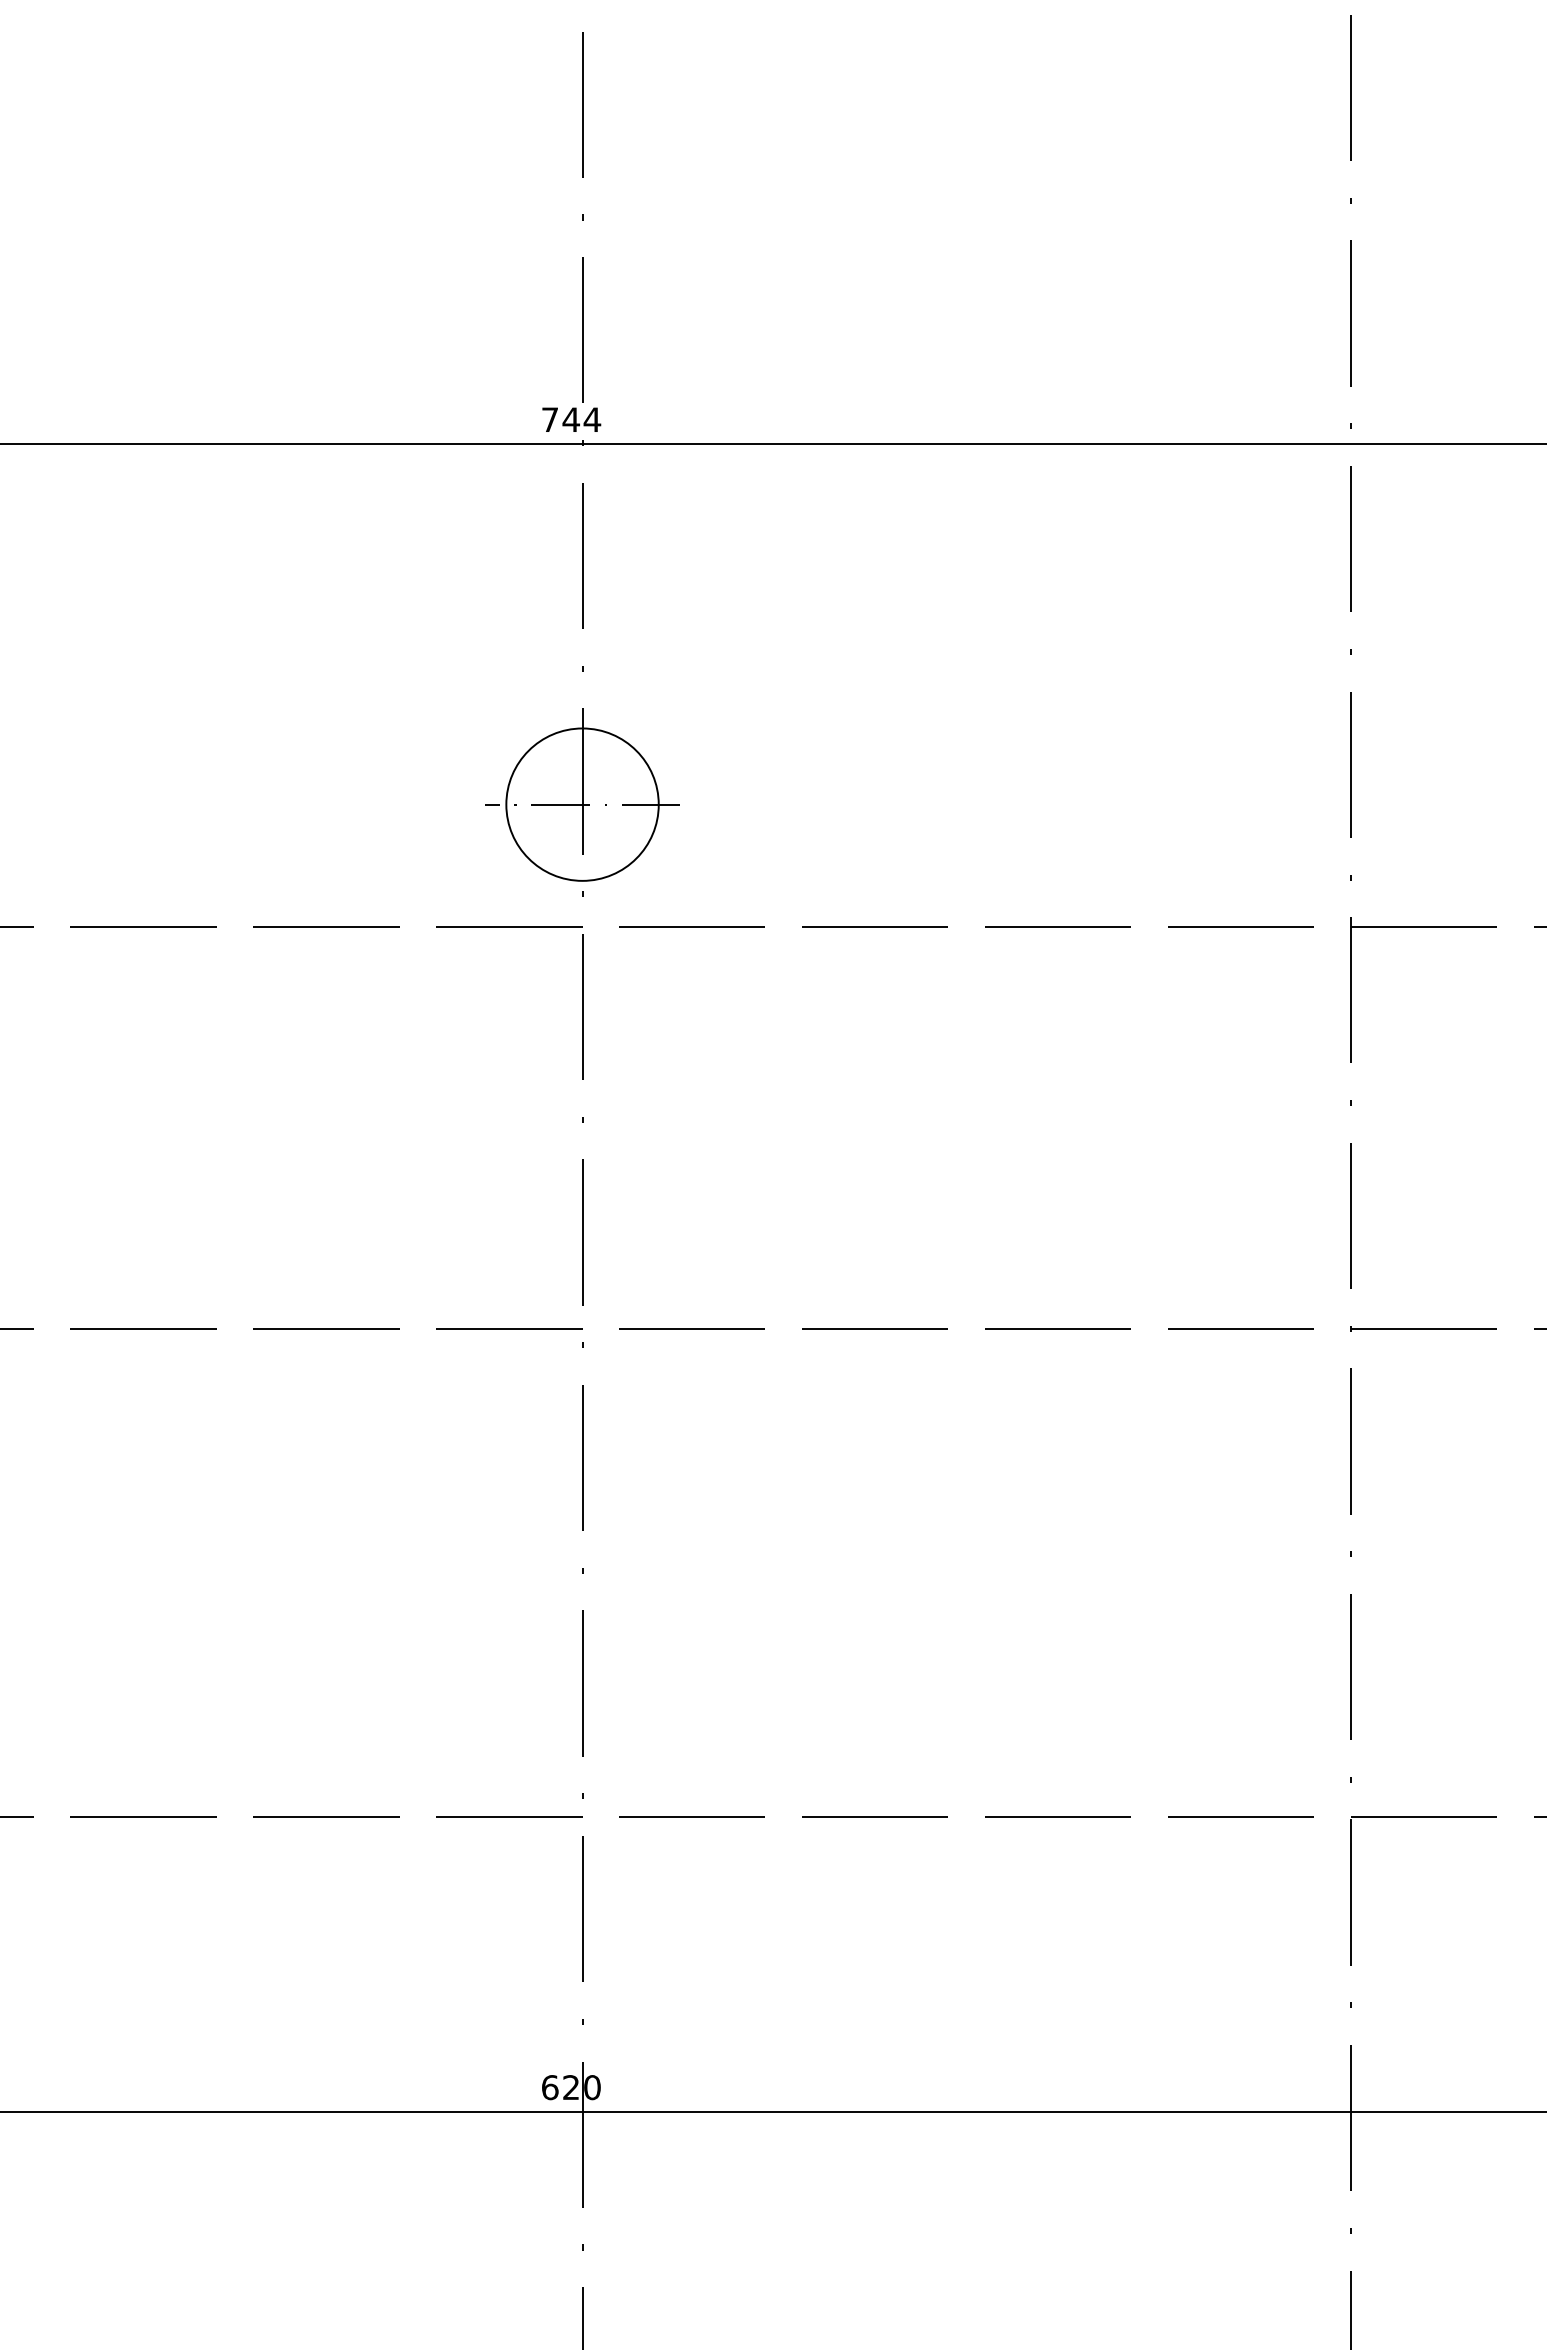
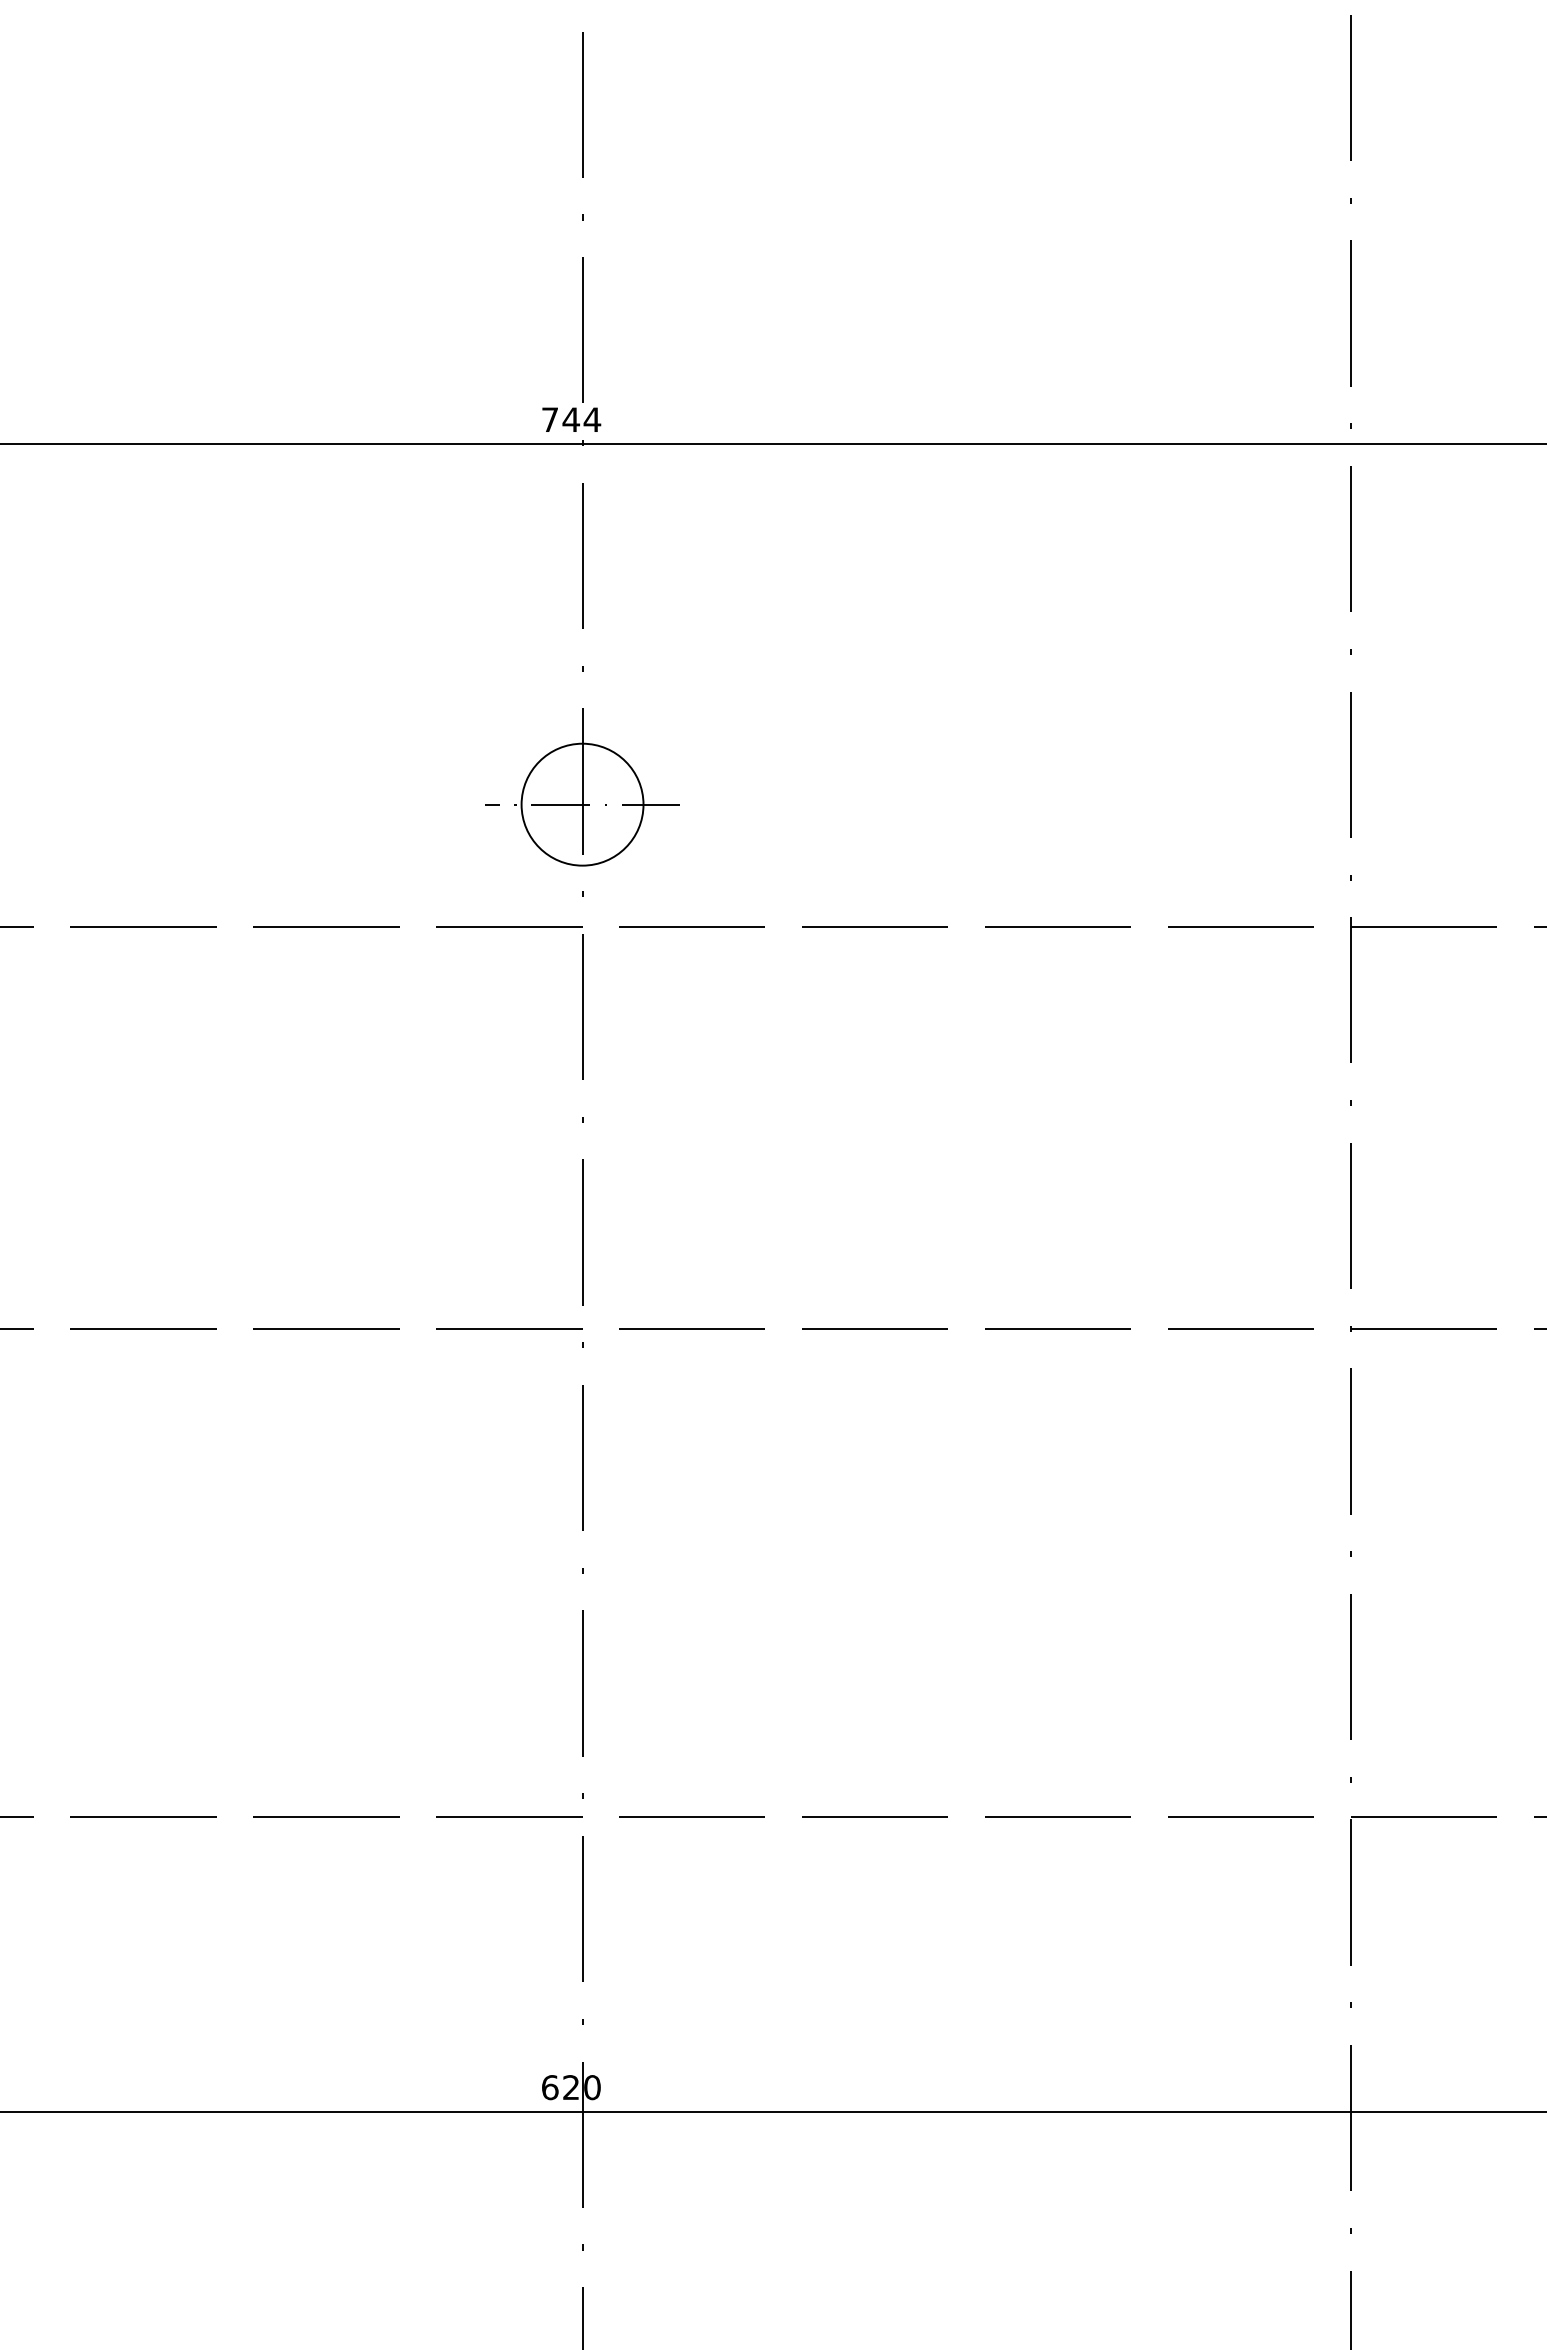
circle at (582, 804) diameter: 152 px -> 122 px
